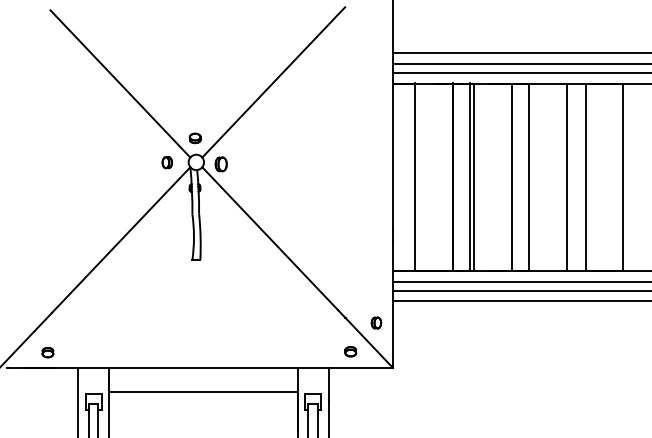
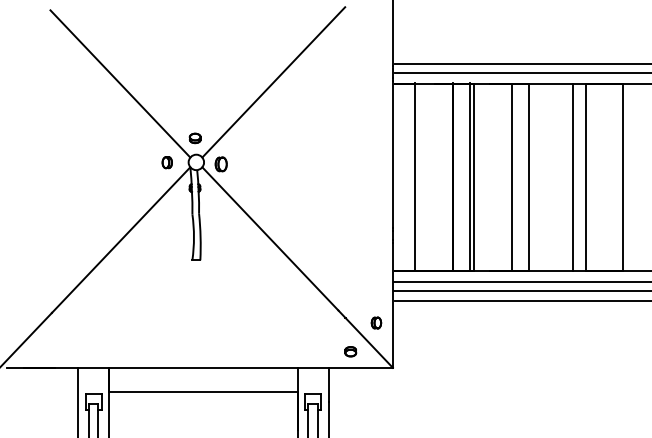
line at (521, 52): present -> none
line at (566, 176) position: (566, 176) -> (572, 176)
part at (47, 352): present -> none
